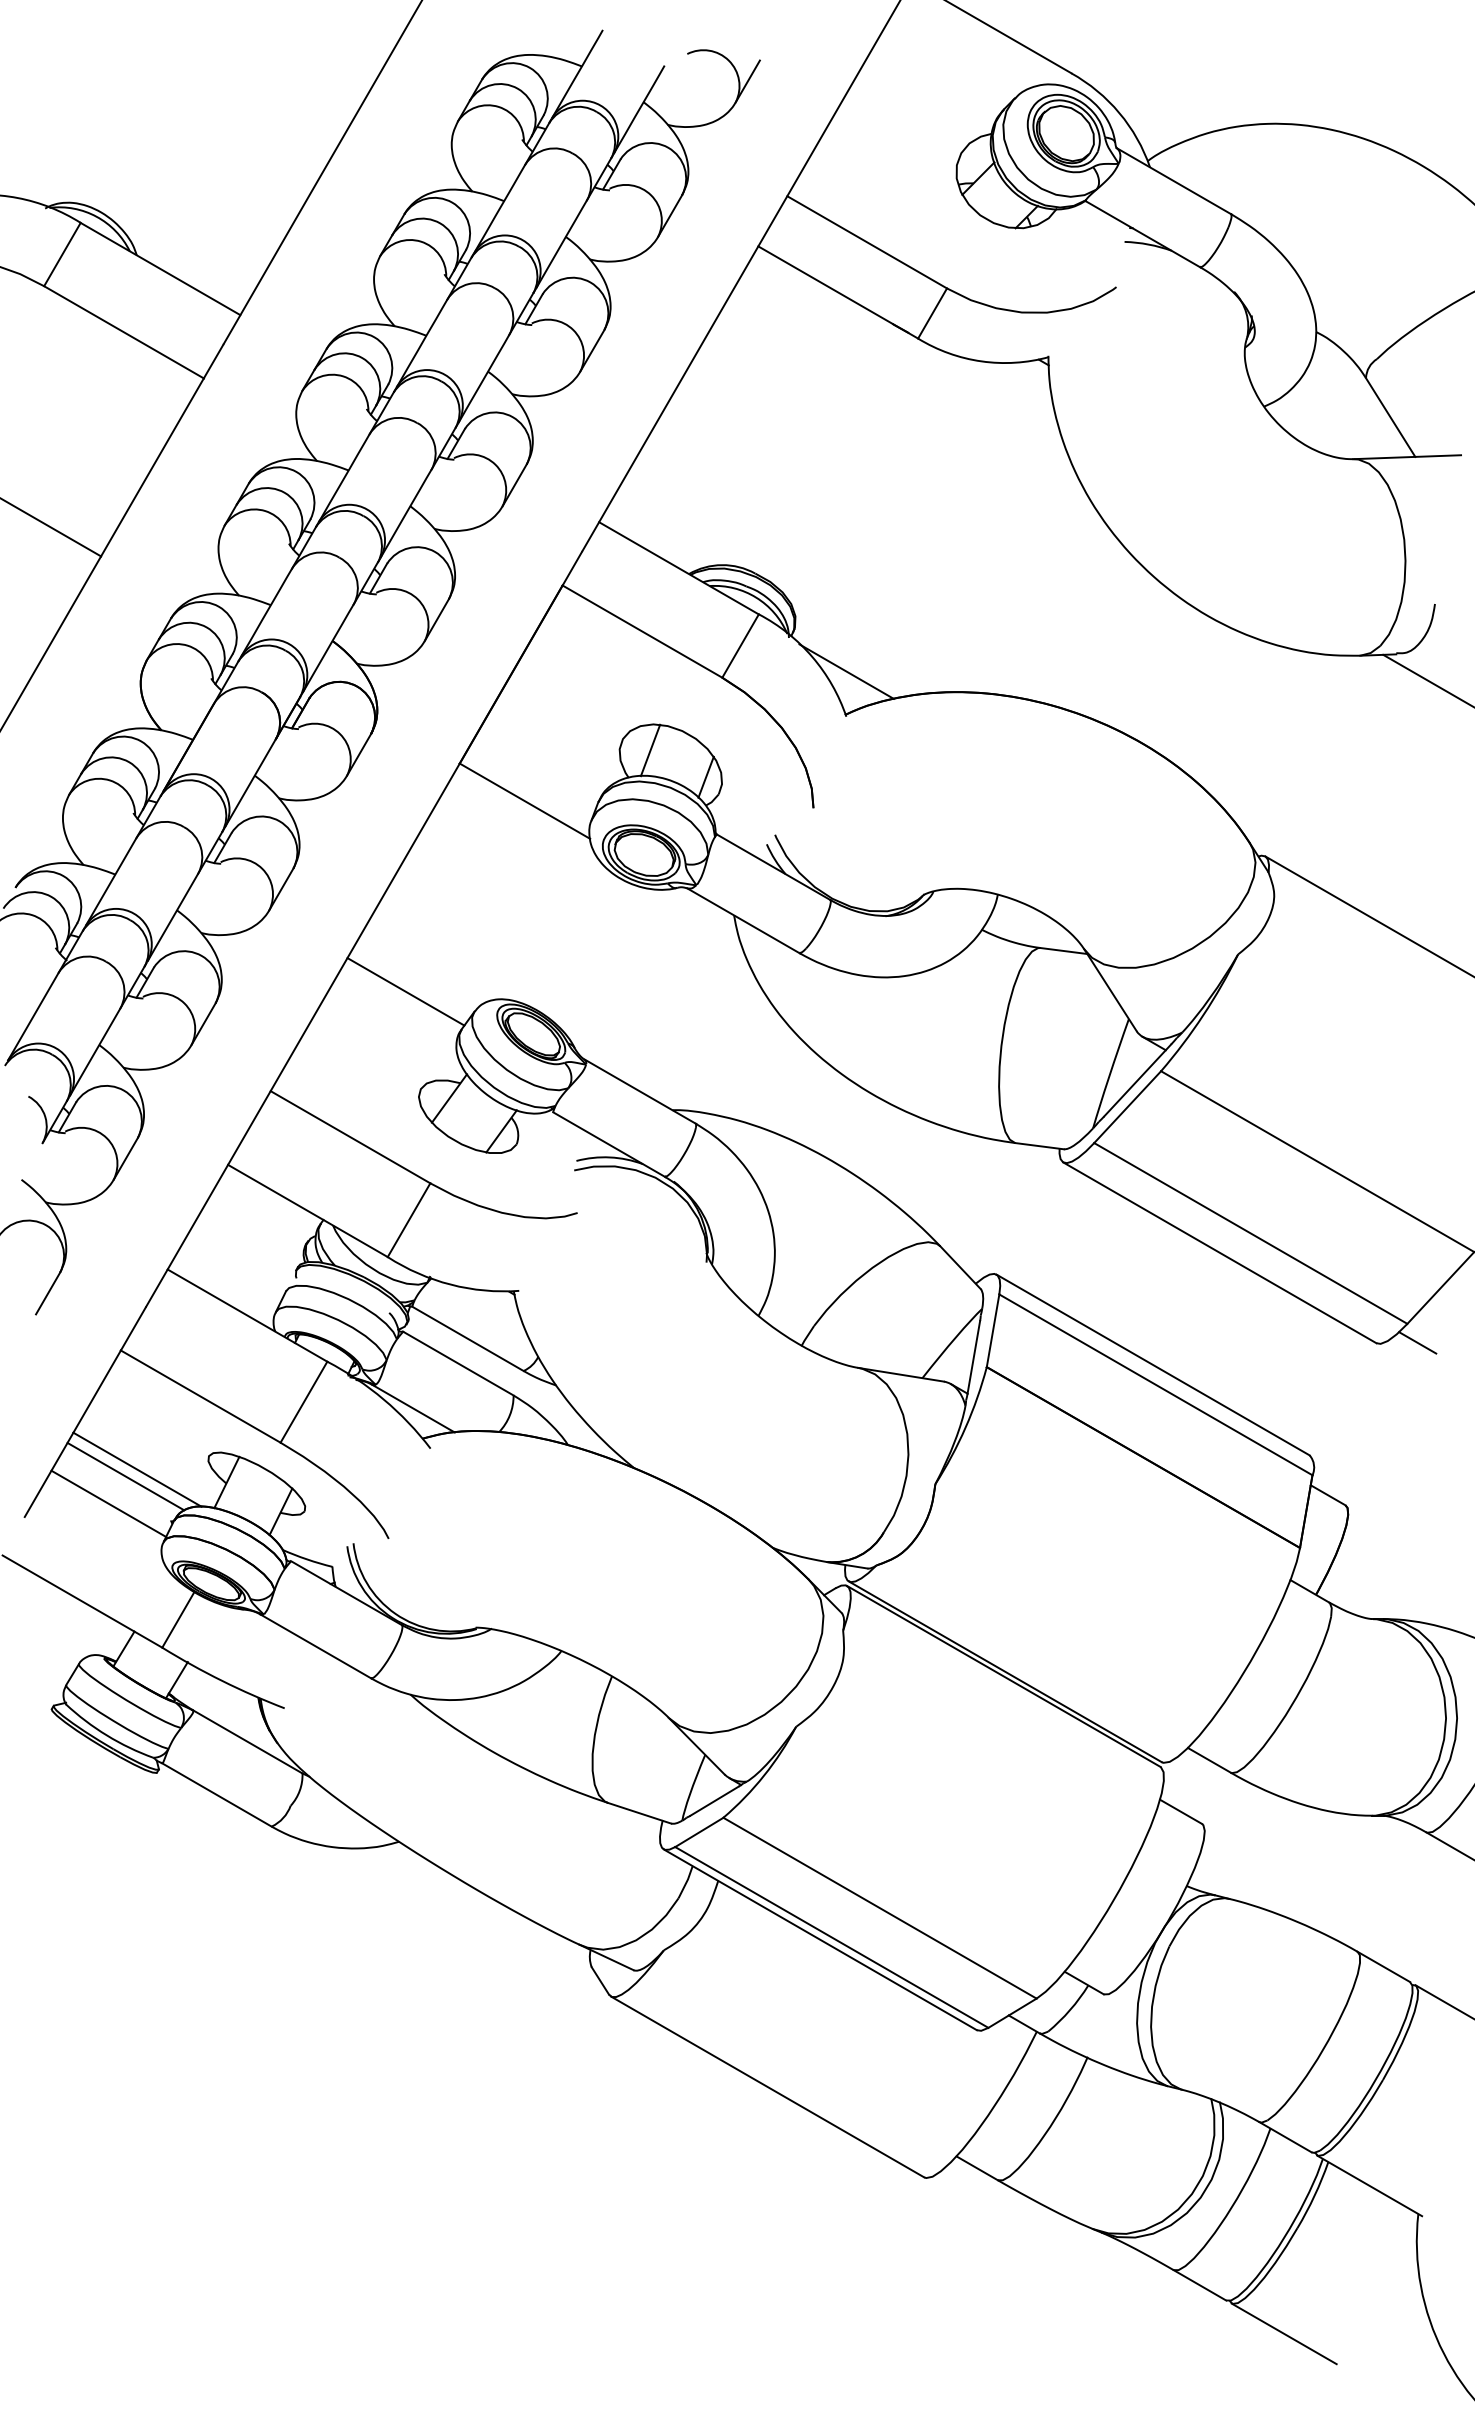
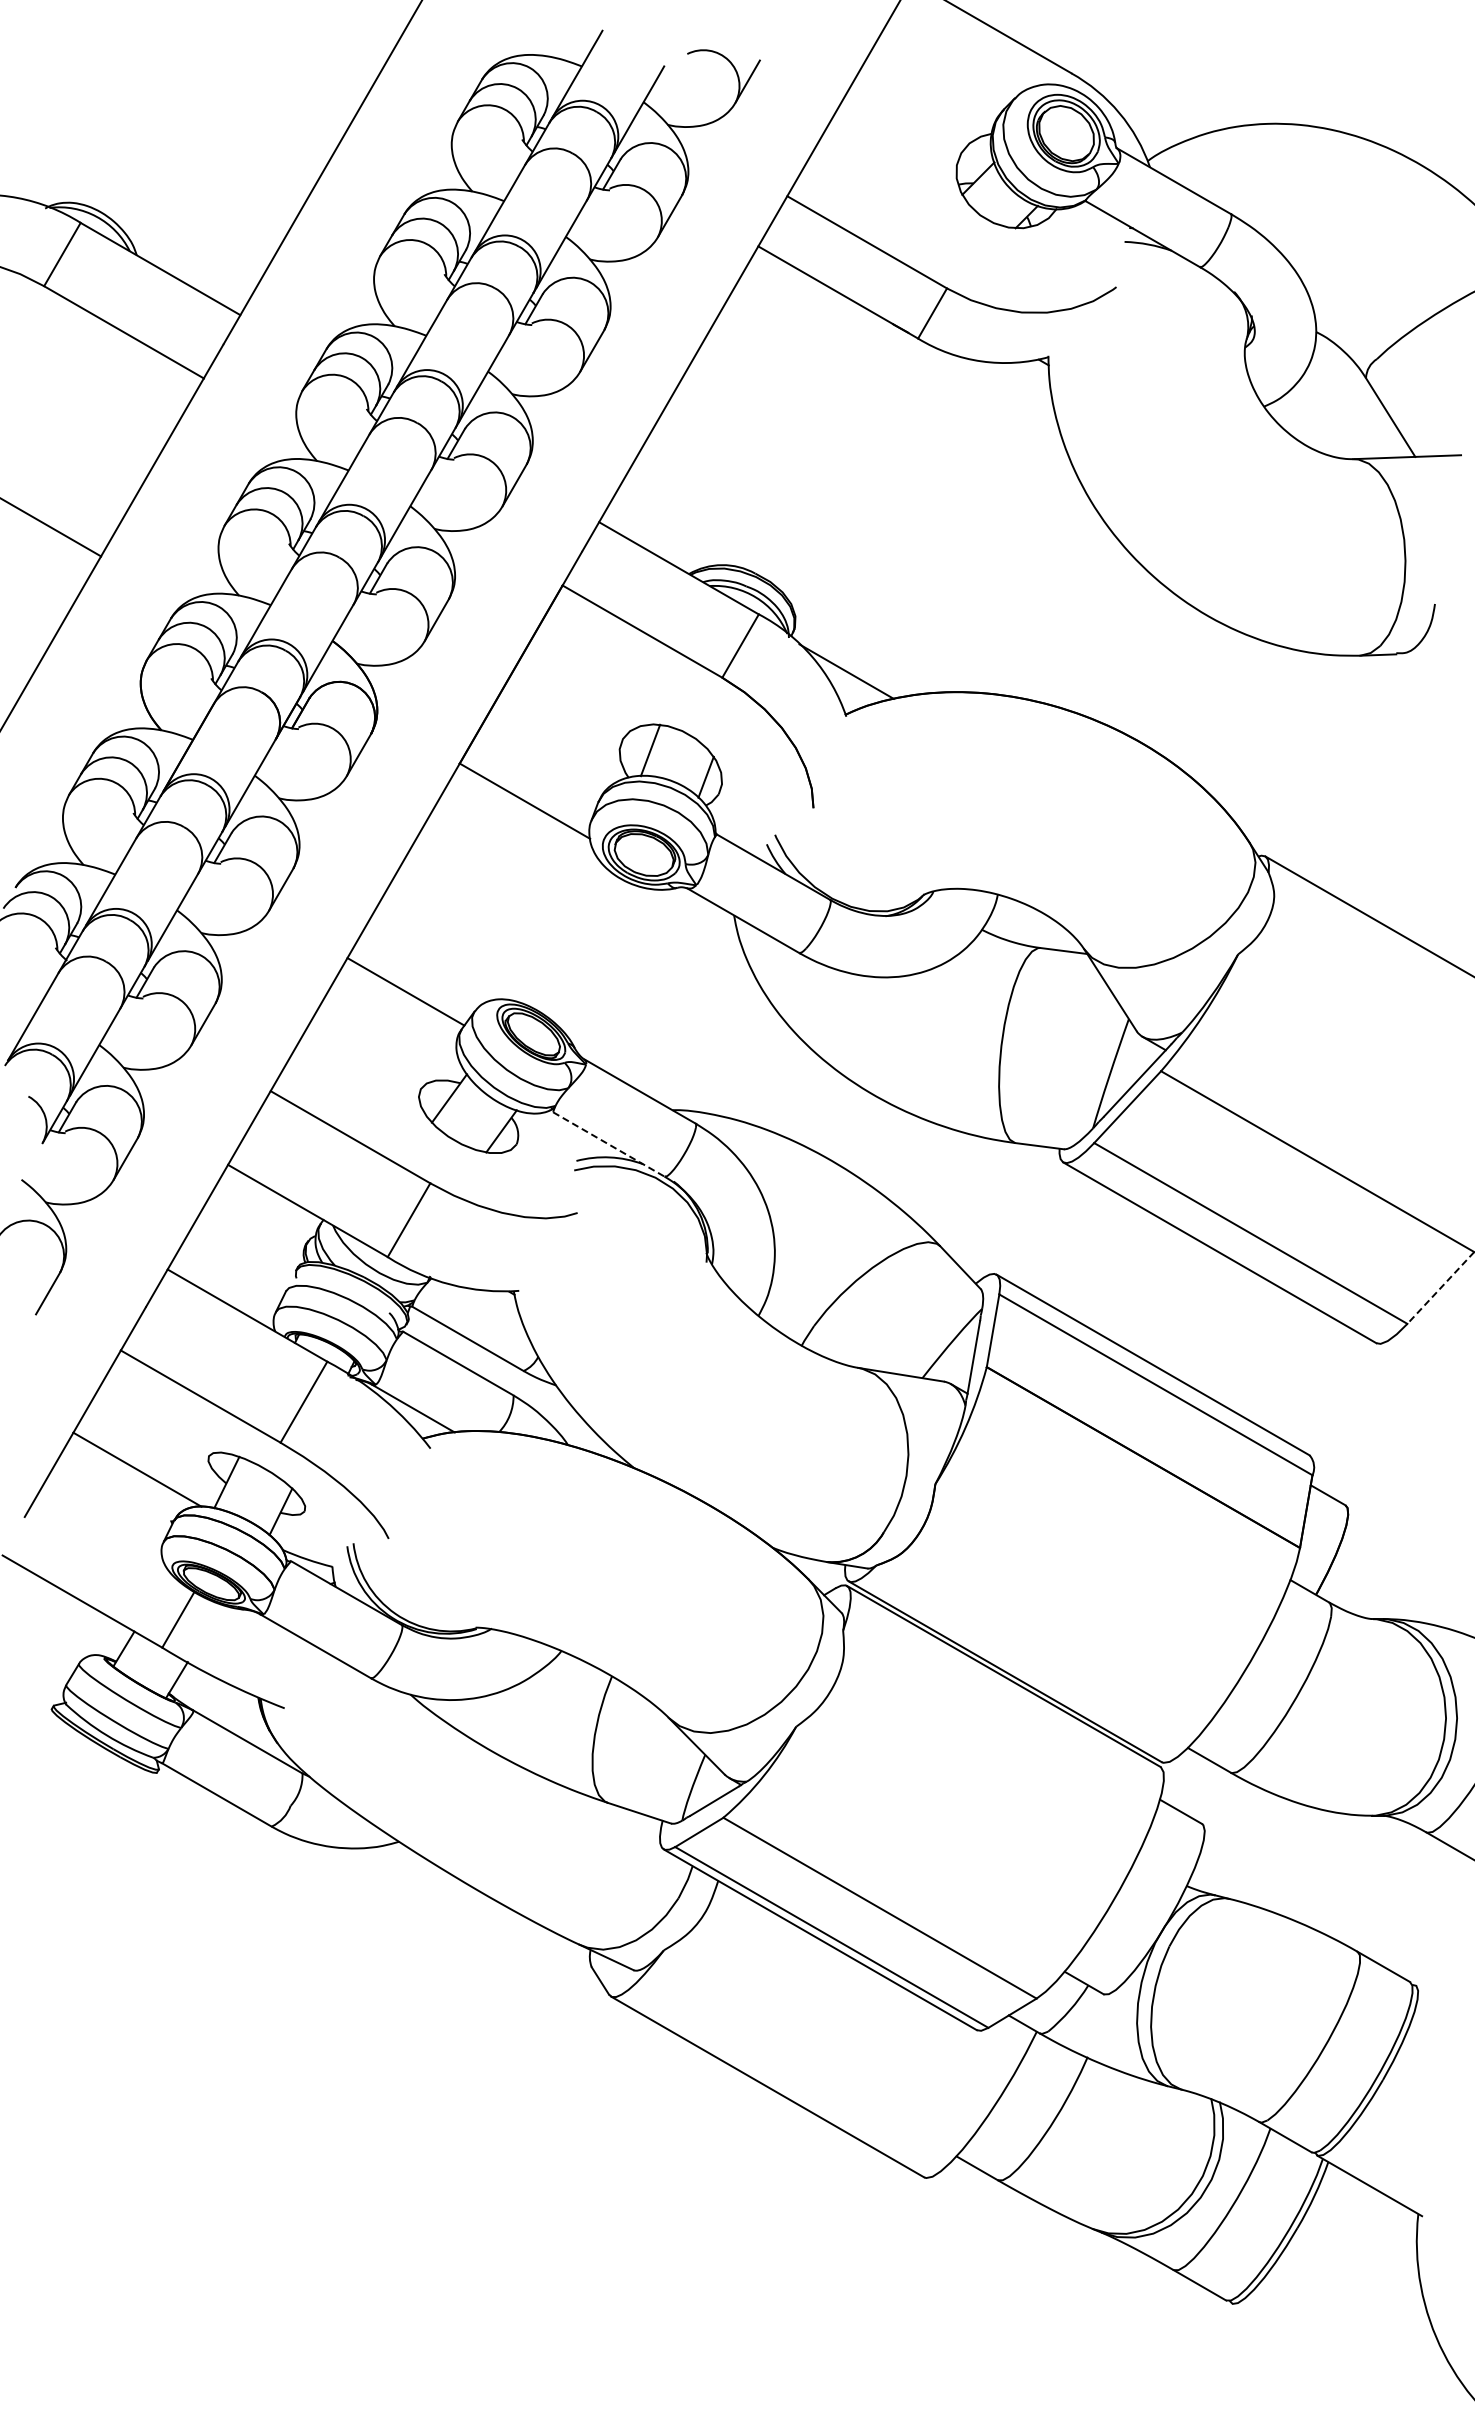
line at (1427, 679): present -> none
line at (609, 1144): solid -> dashed
line at (1440, 1288): solid -> dashed
line at (1417, 1342): present -> none
line at (125, 1476): present -> none
line at (108, 1503): present -> none
line at (1443, 2001): present -> none
line at (1283, 2333): present -> none
